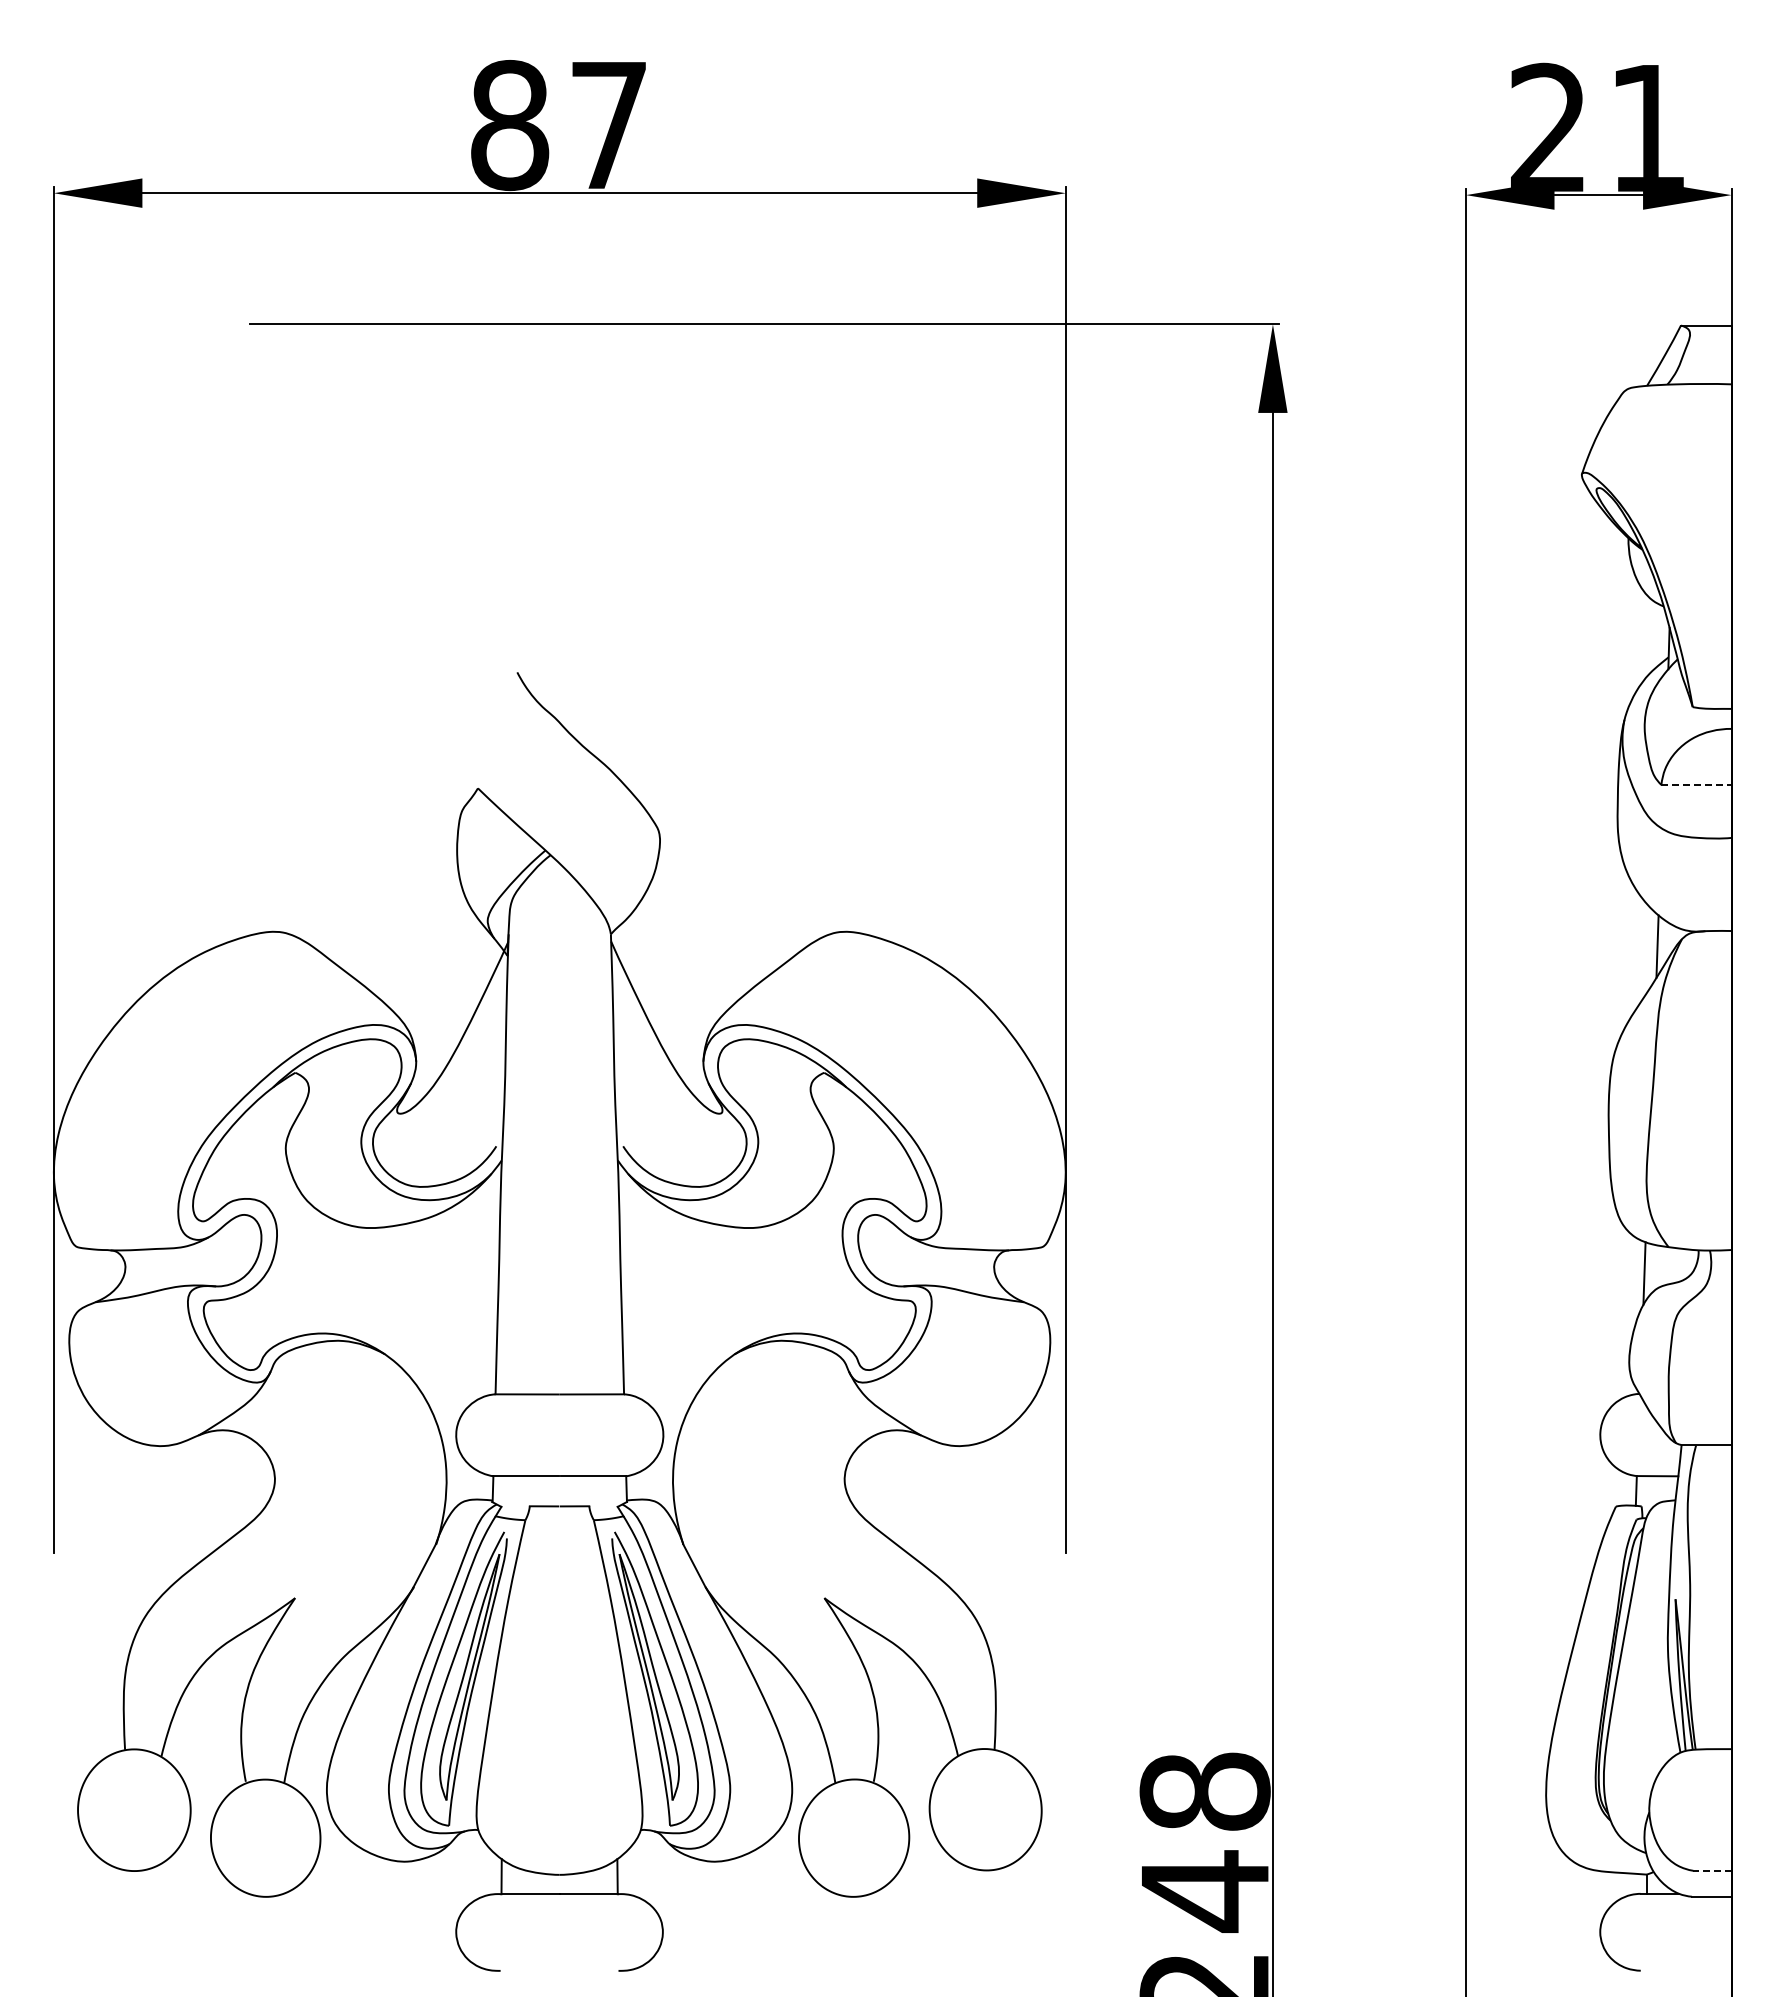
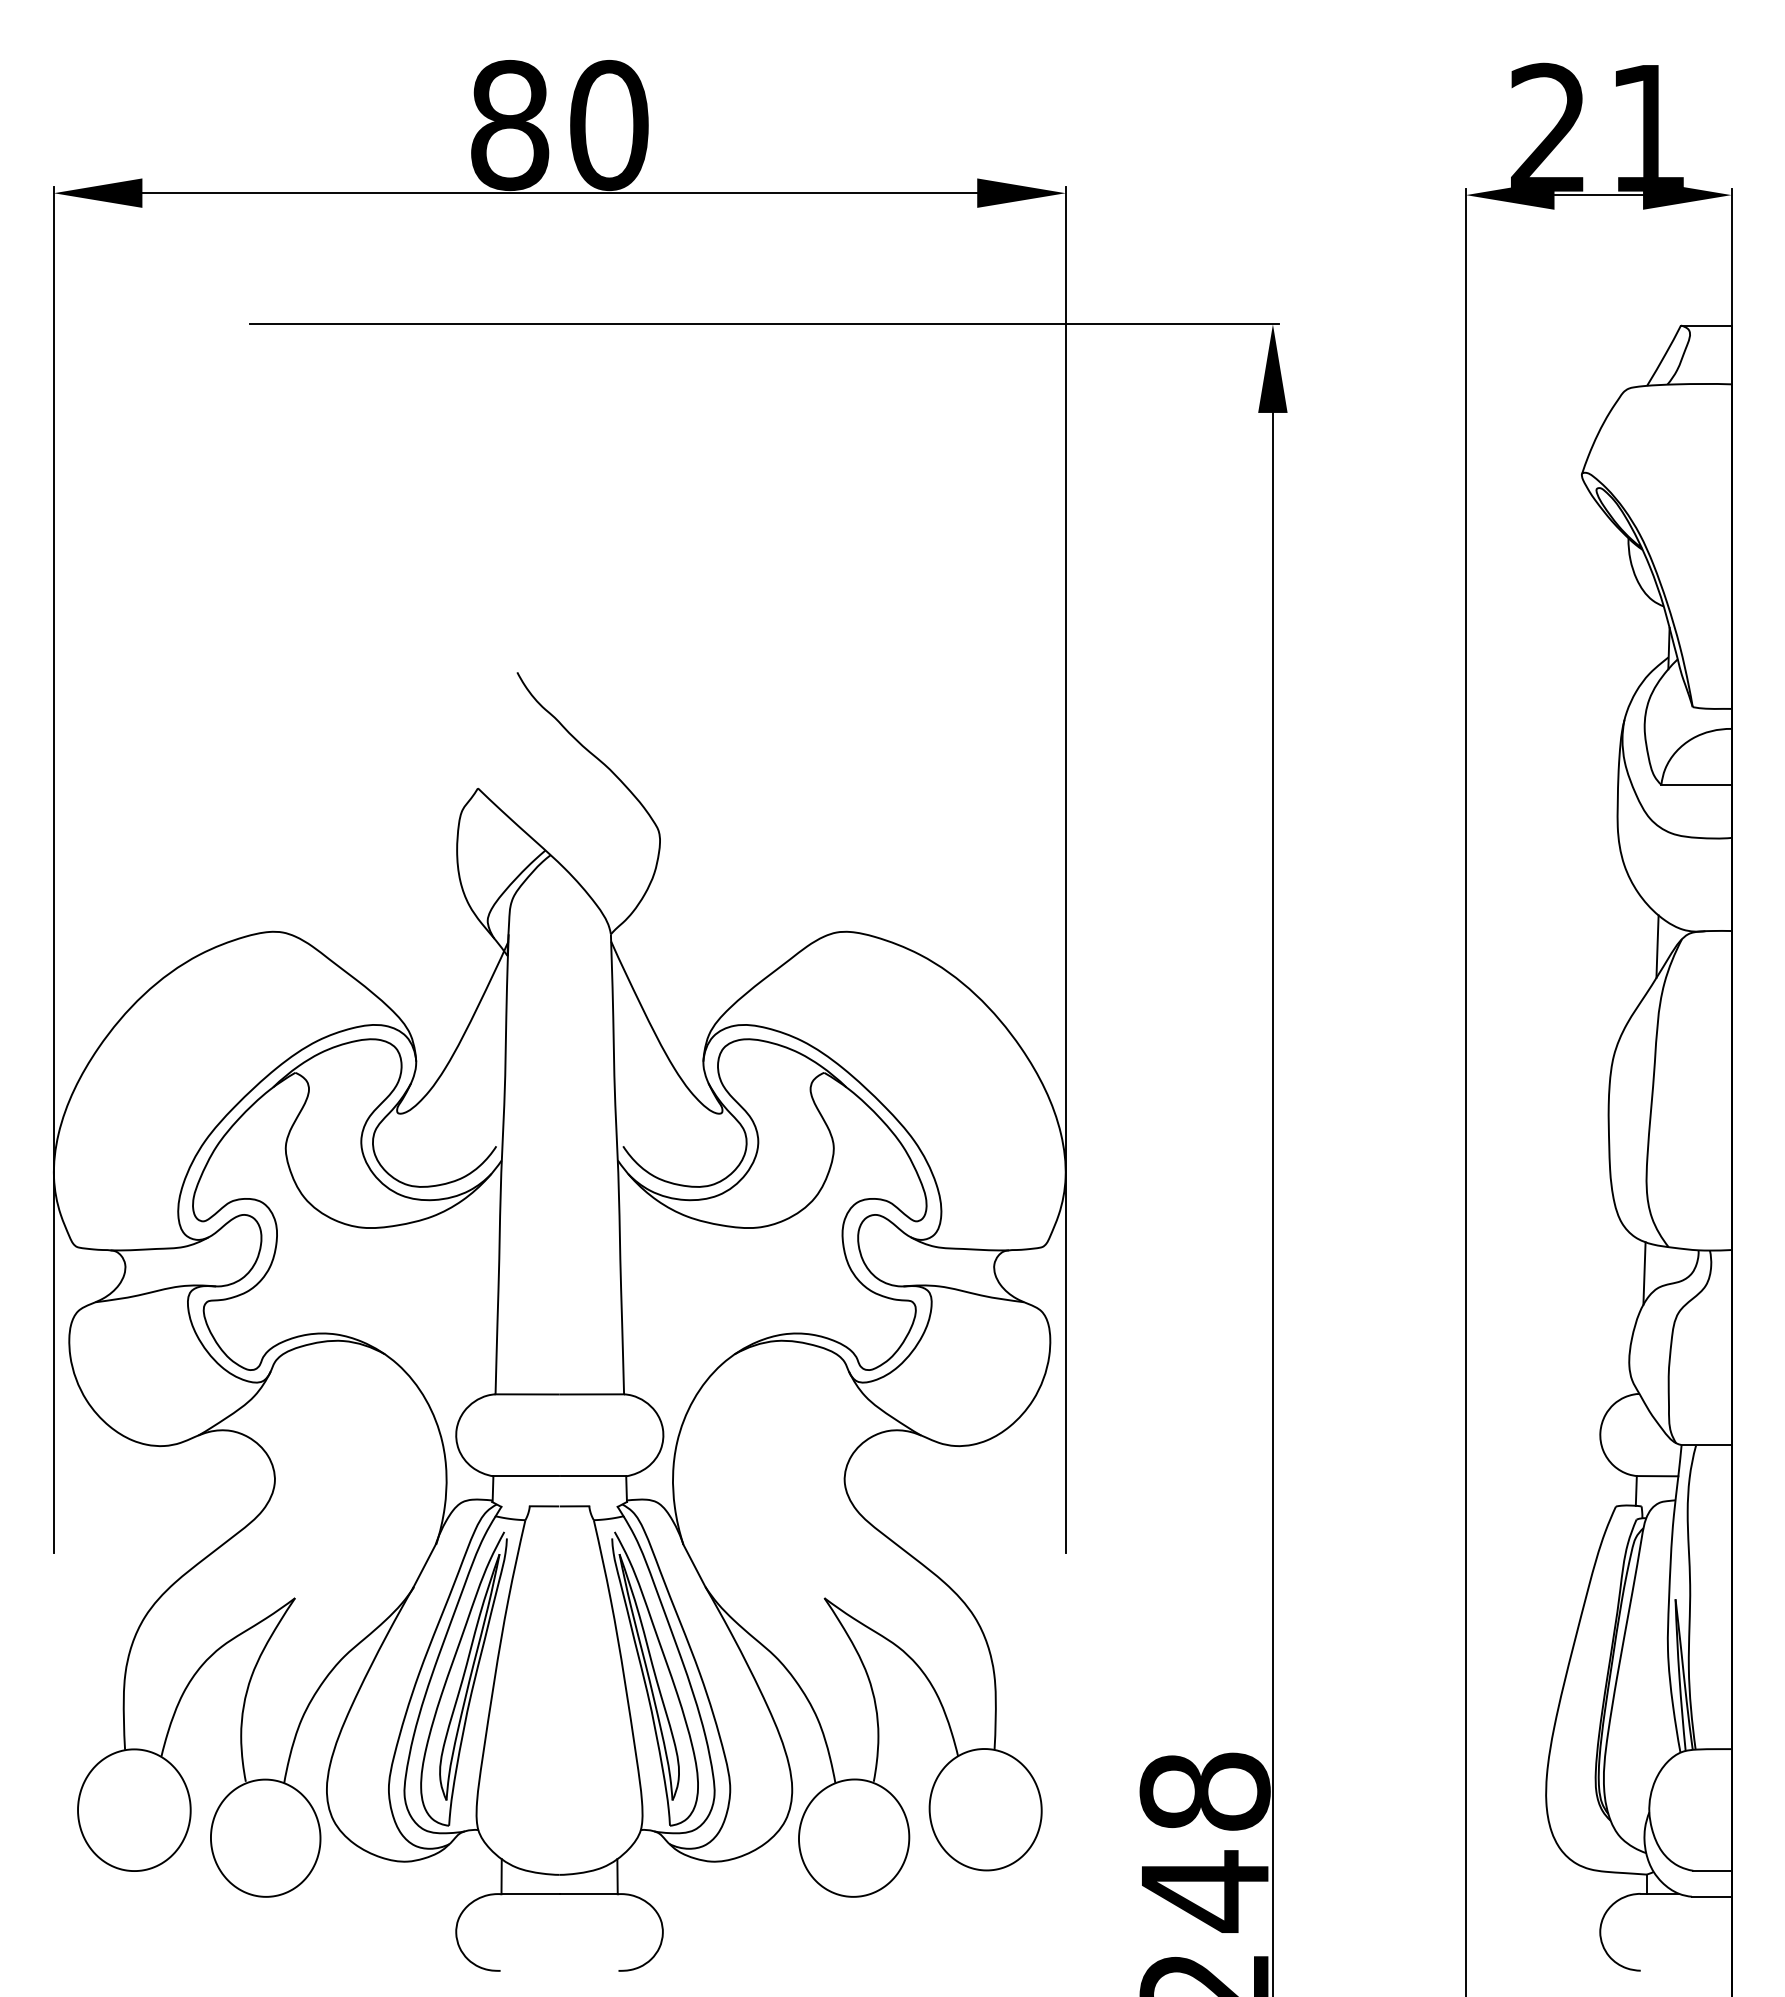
text at (609, 125): 87 -> 80
line at (1696, 784): dashed -> solid
line at (1711, 1870): dashed -> solid
